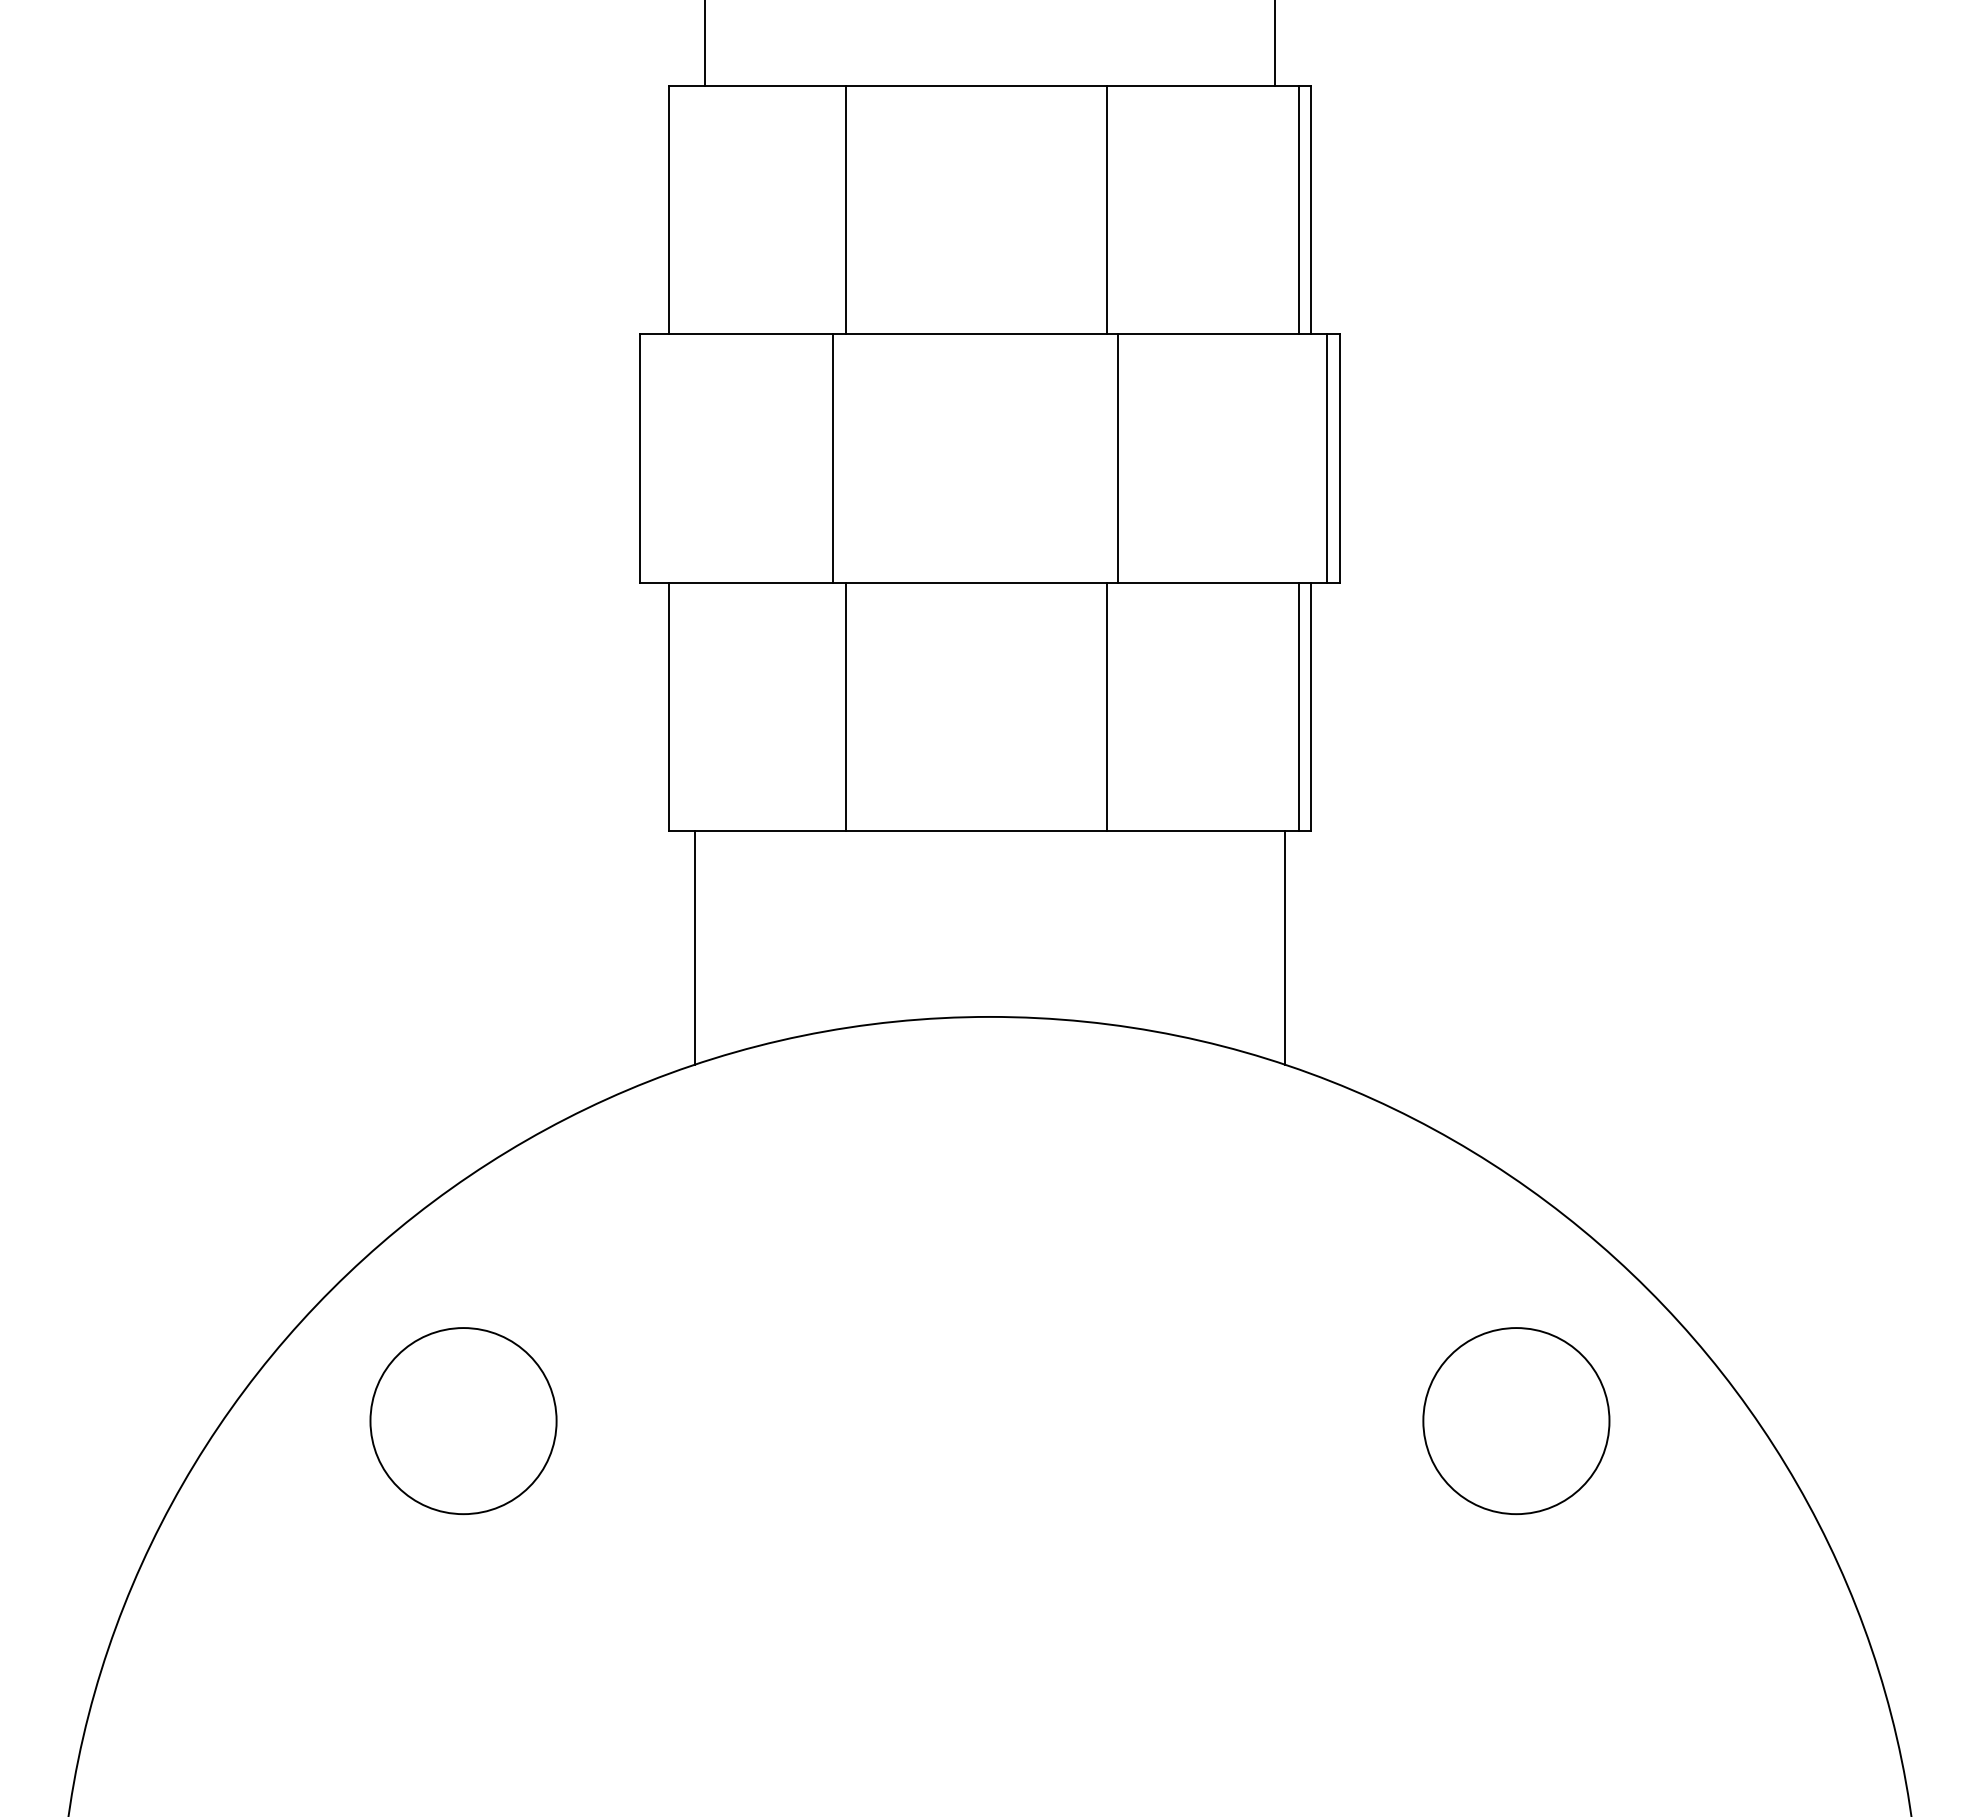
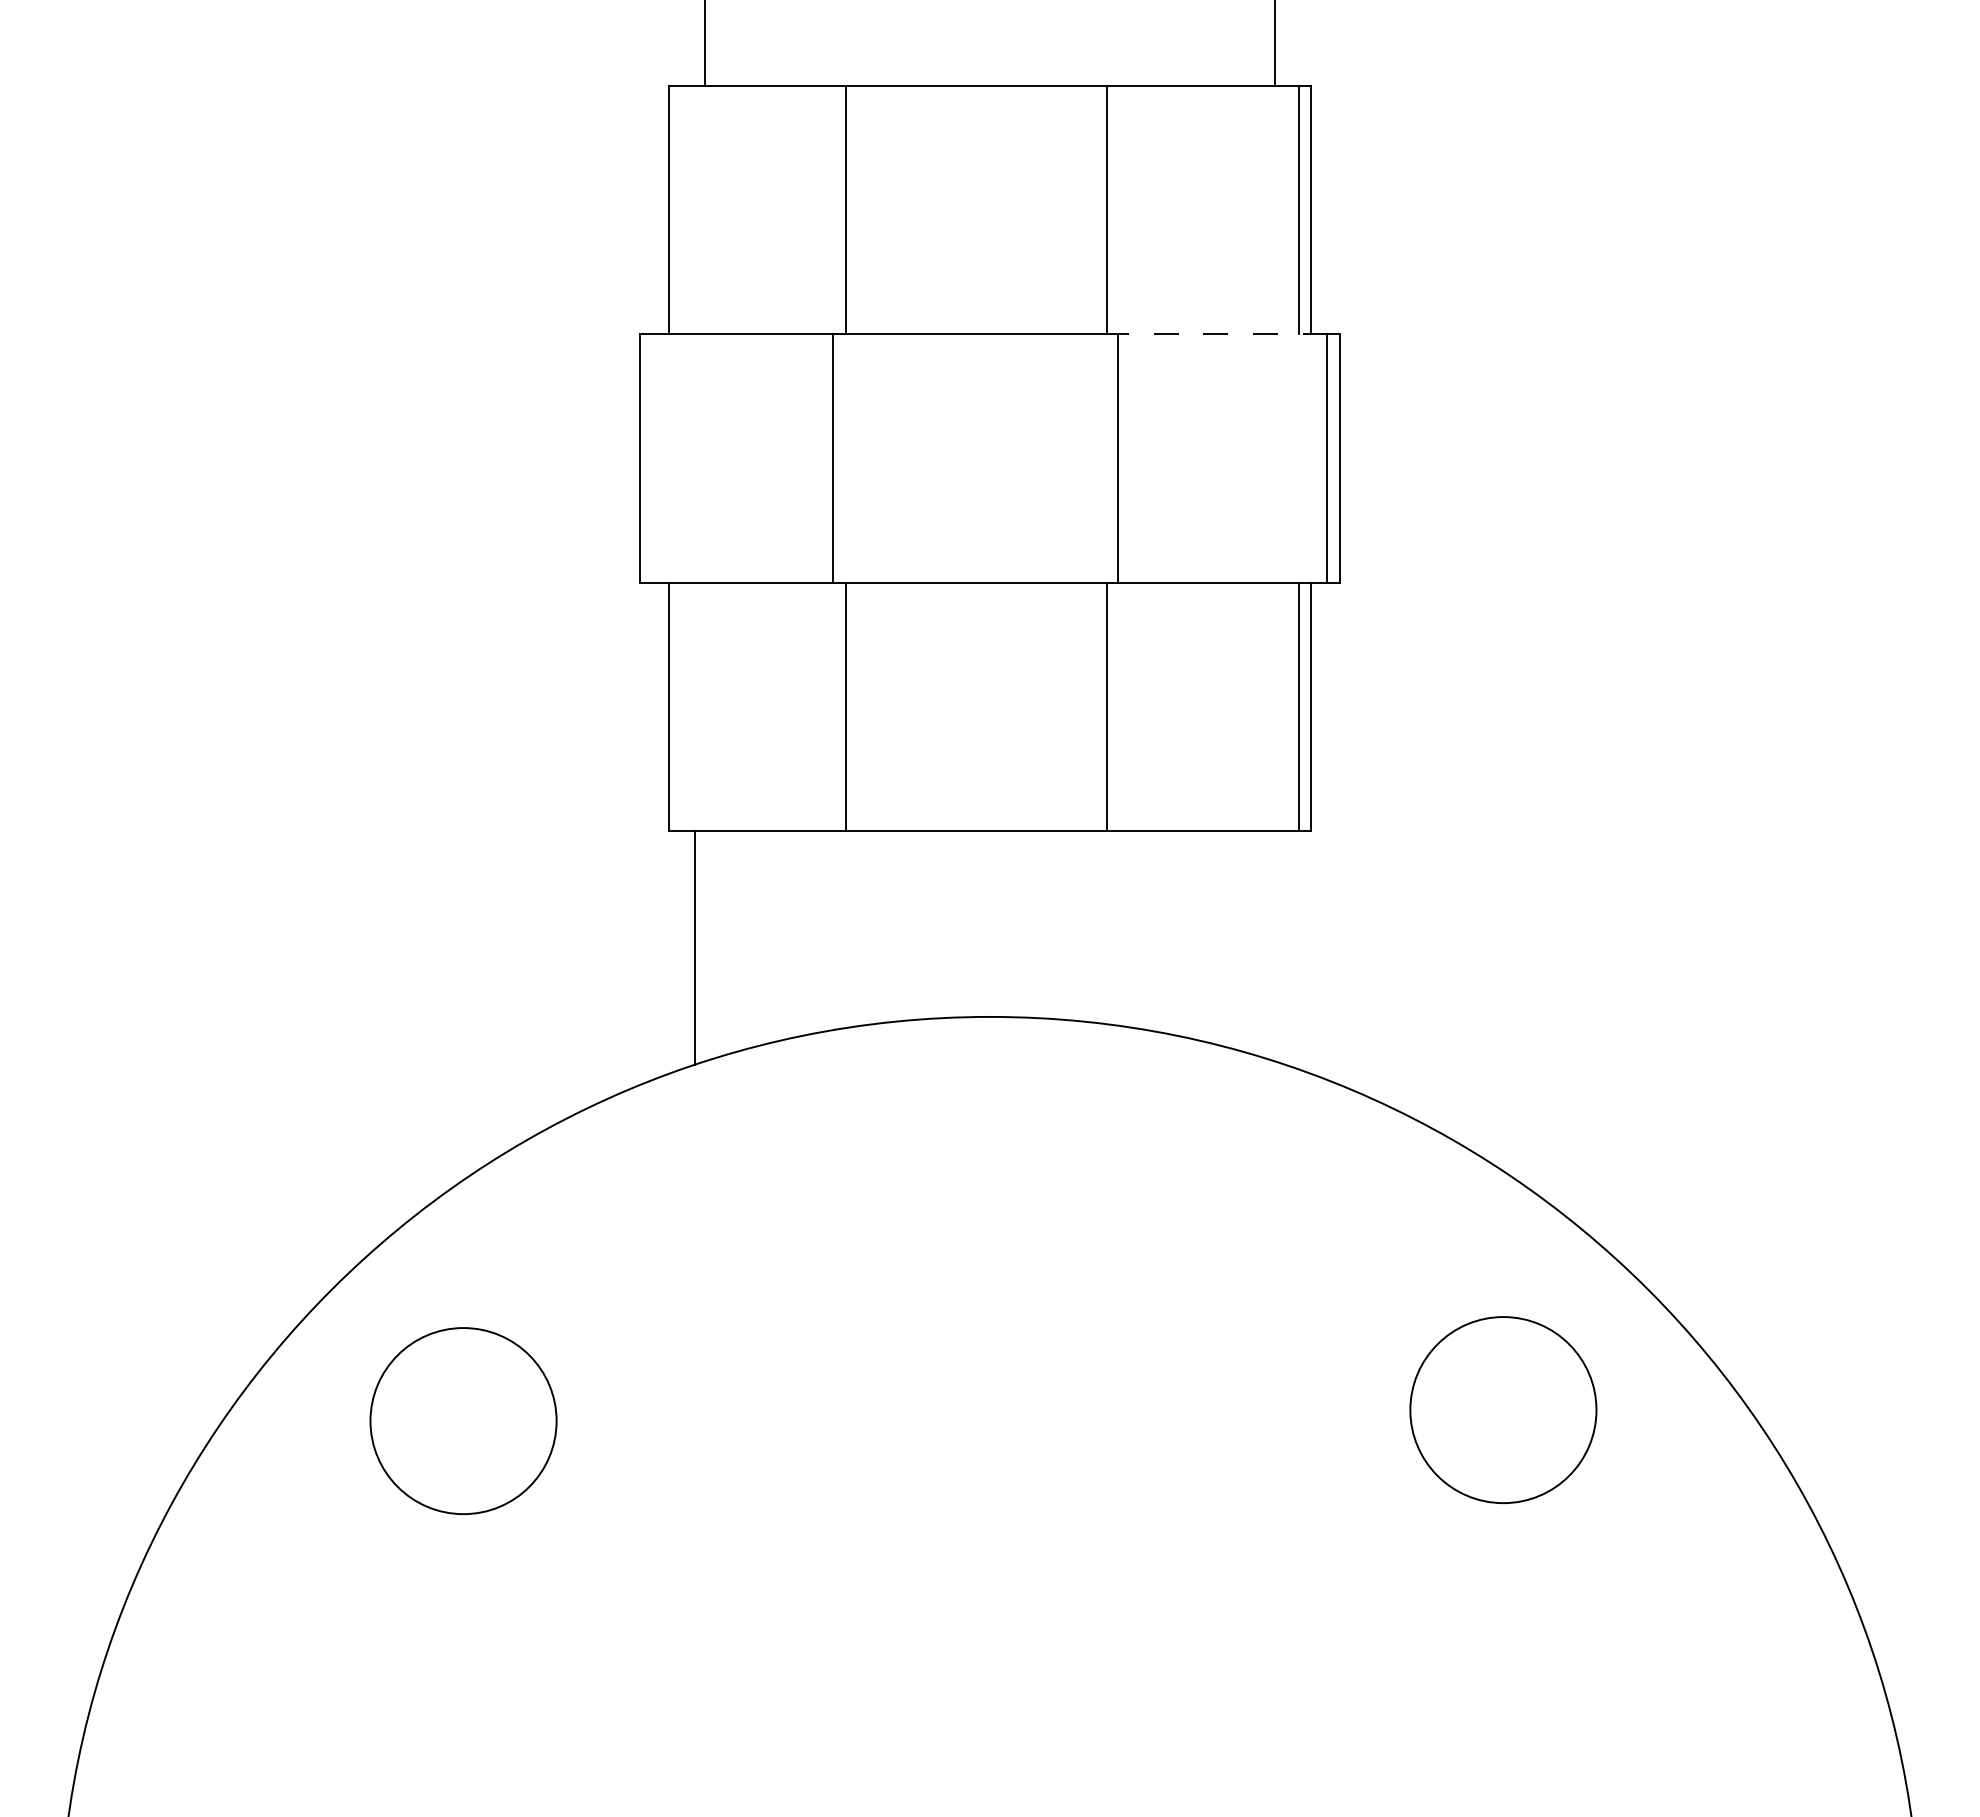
line at (1222, 334): solid -> dashed
line at (1284, 947): present -> none
circle at (1516, 1421) position: (1516, 1421) -> (1503, 1410)
